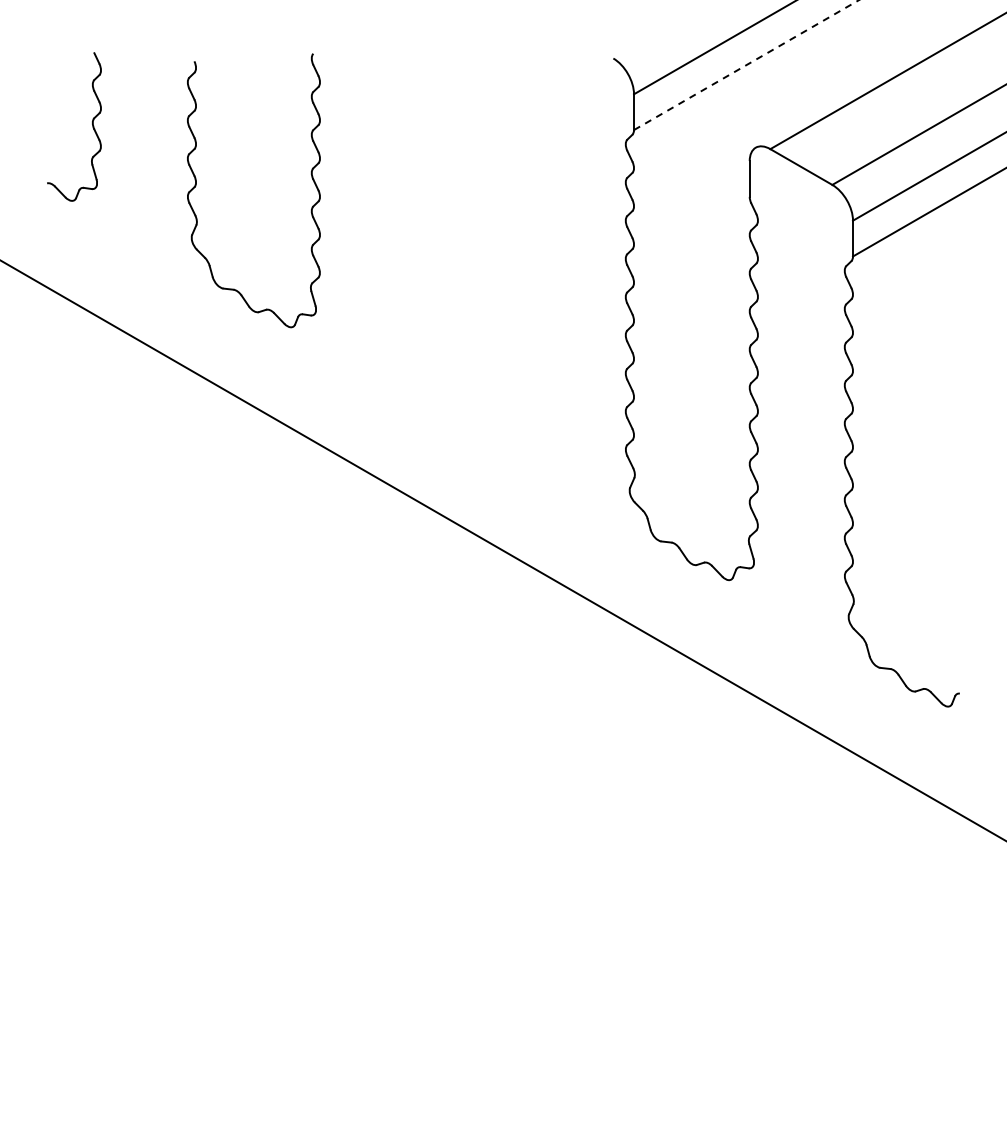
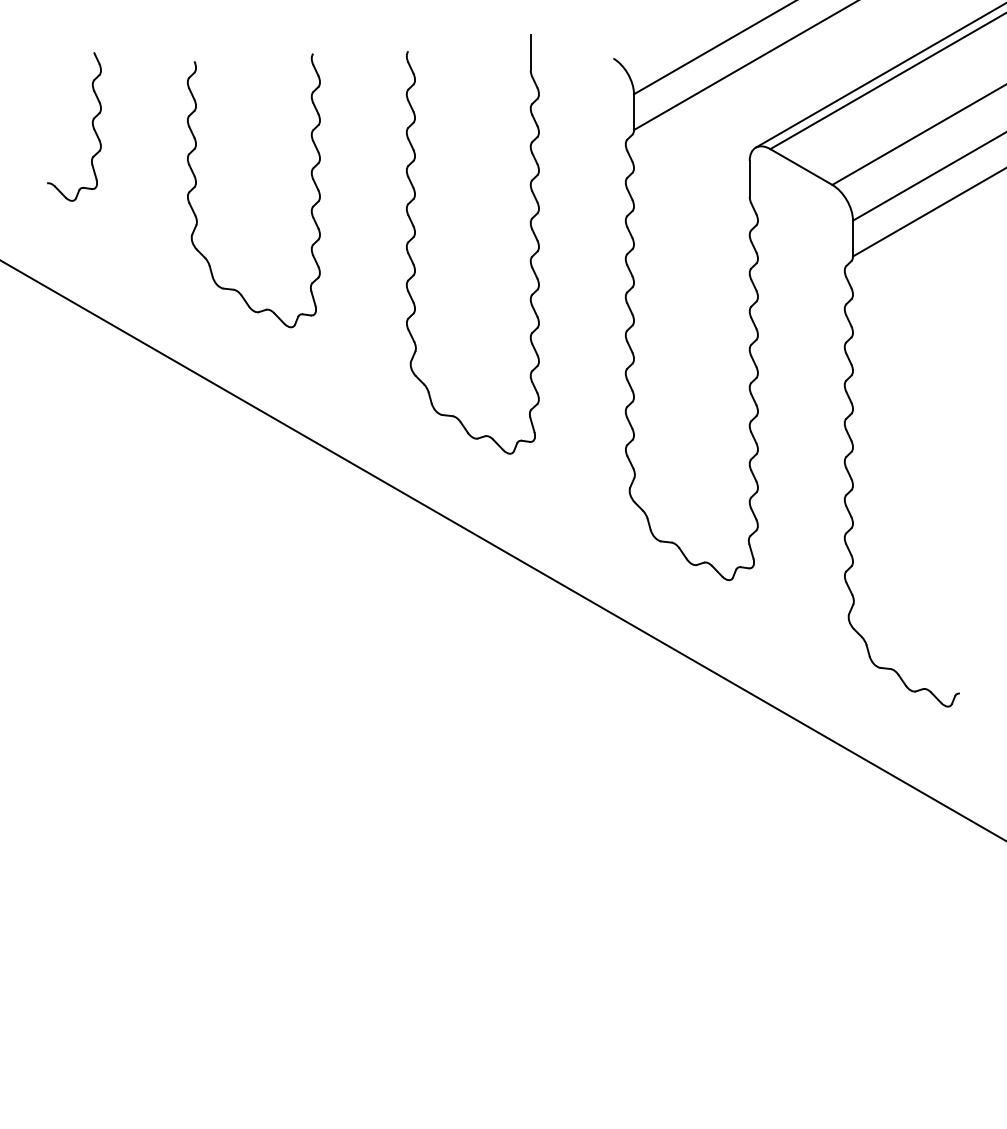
line at (746, 65): dashed -> solid
line at (879, 75): none -> present
part at (415, 236): none -> present
